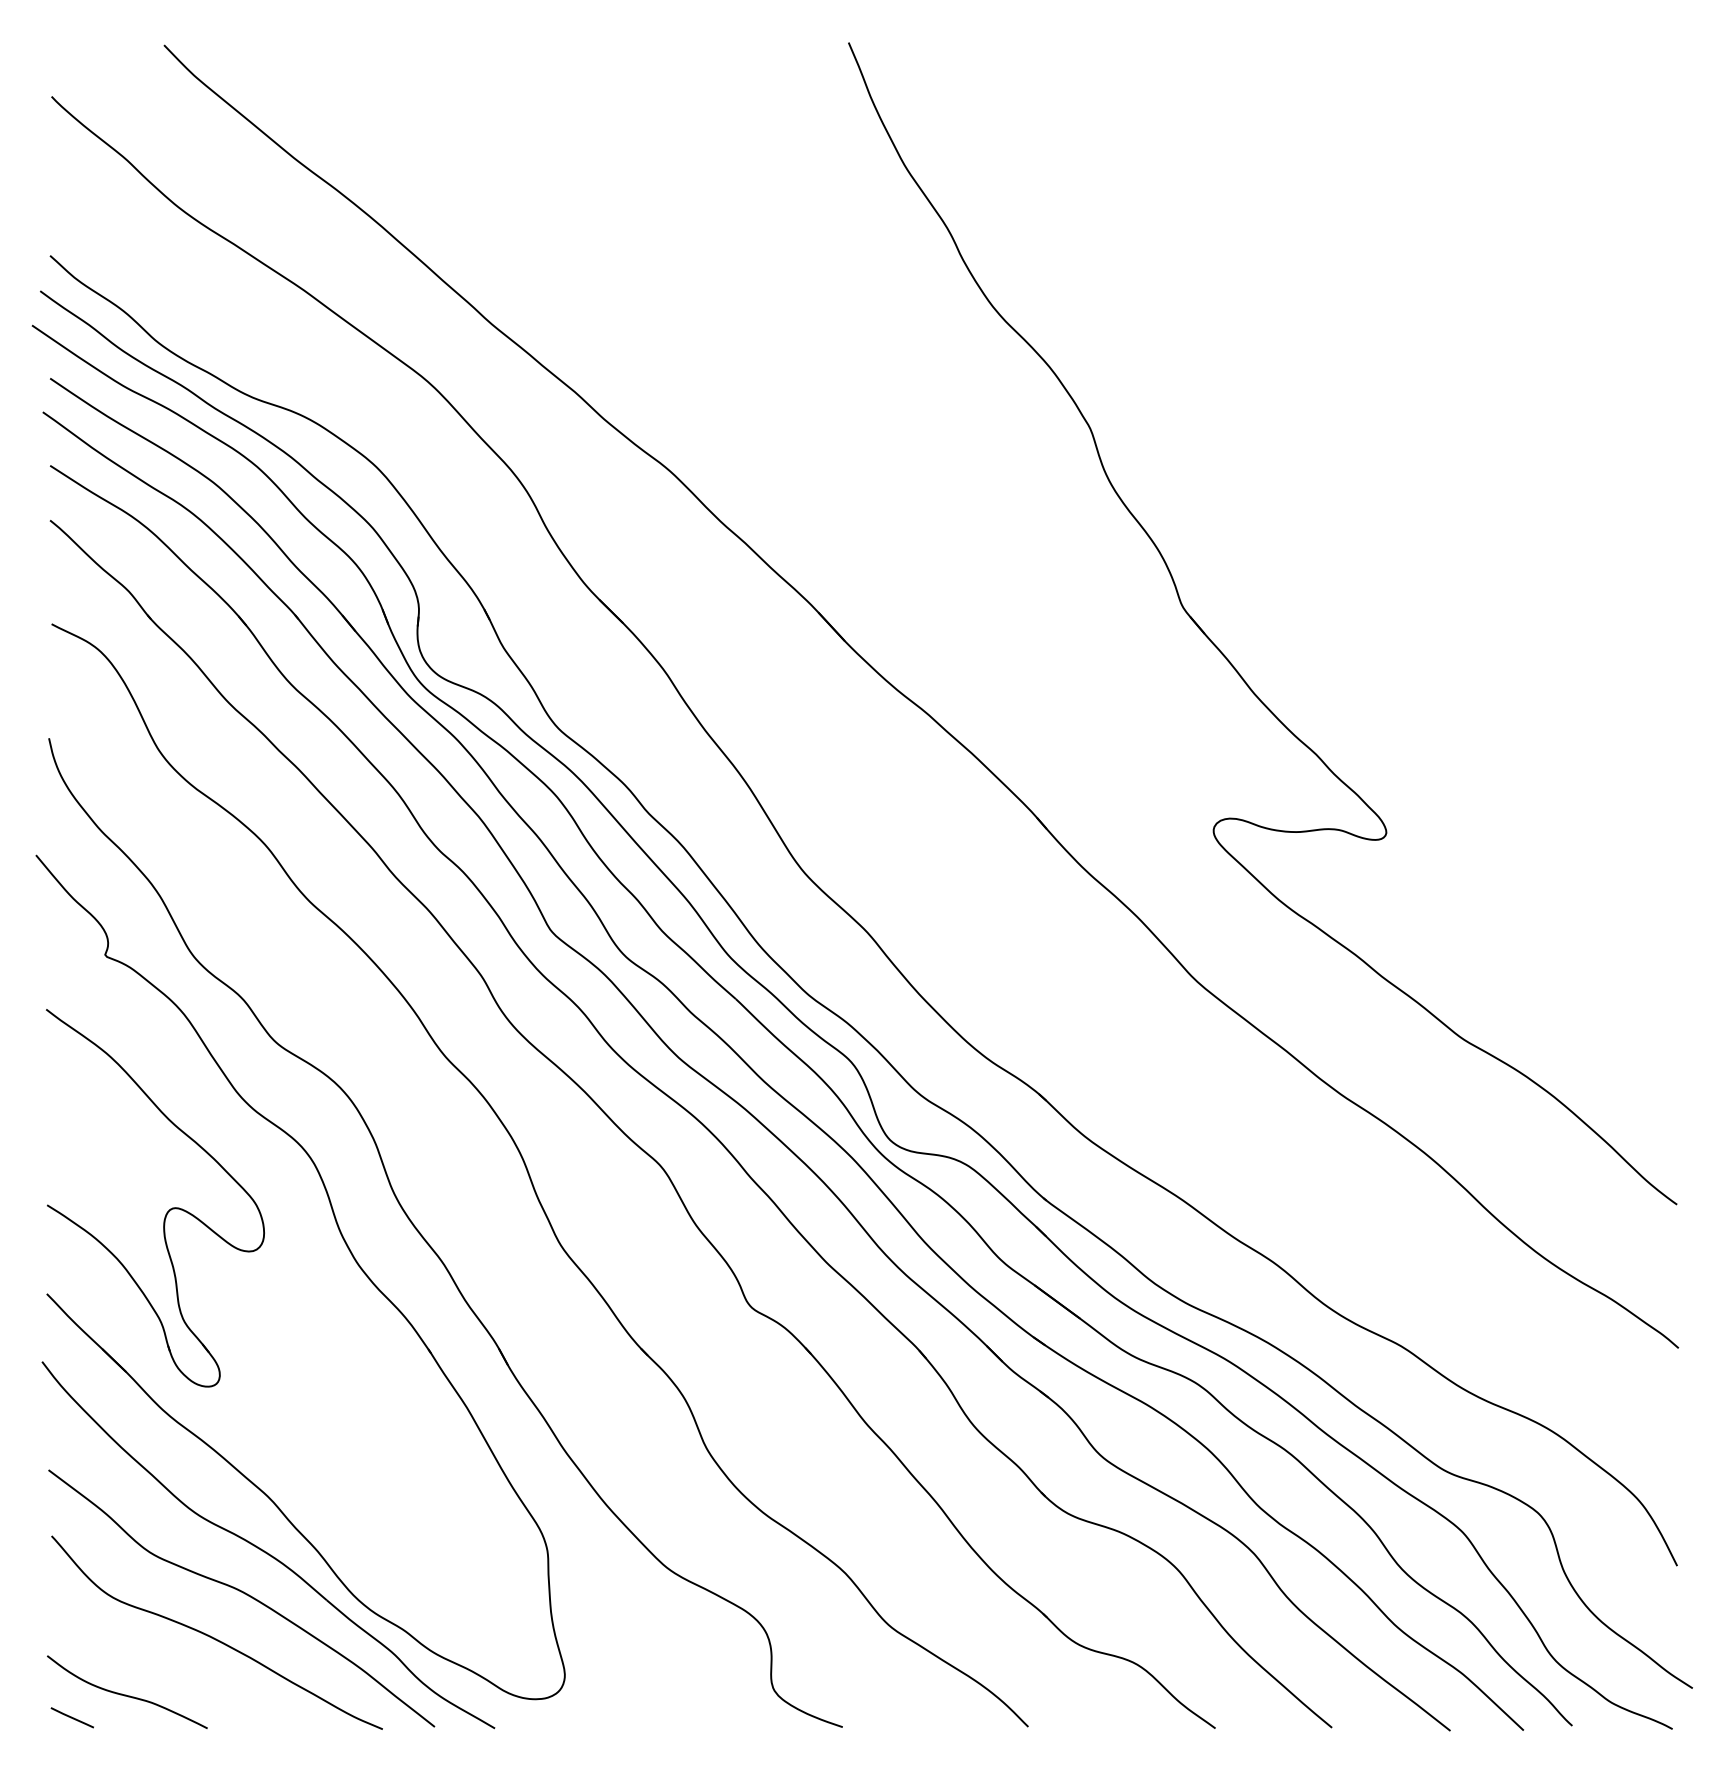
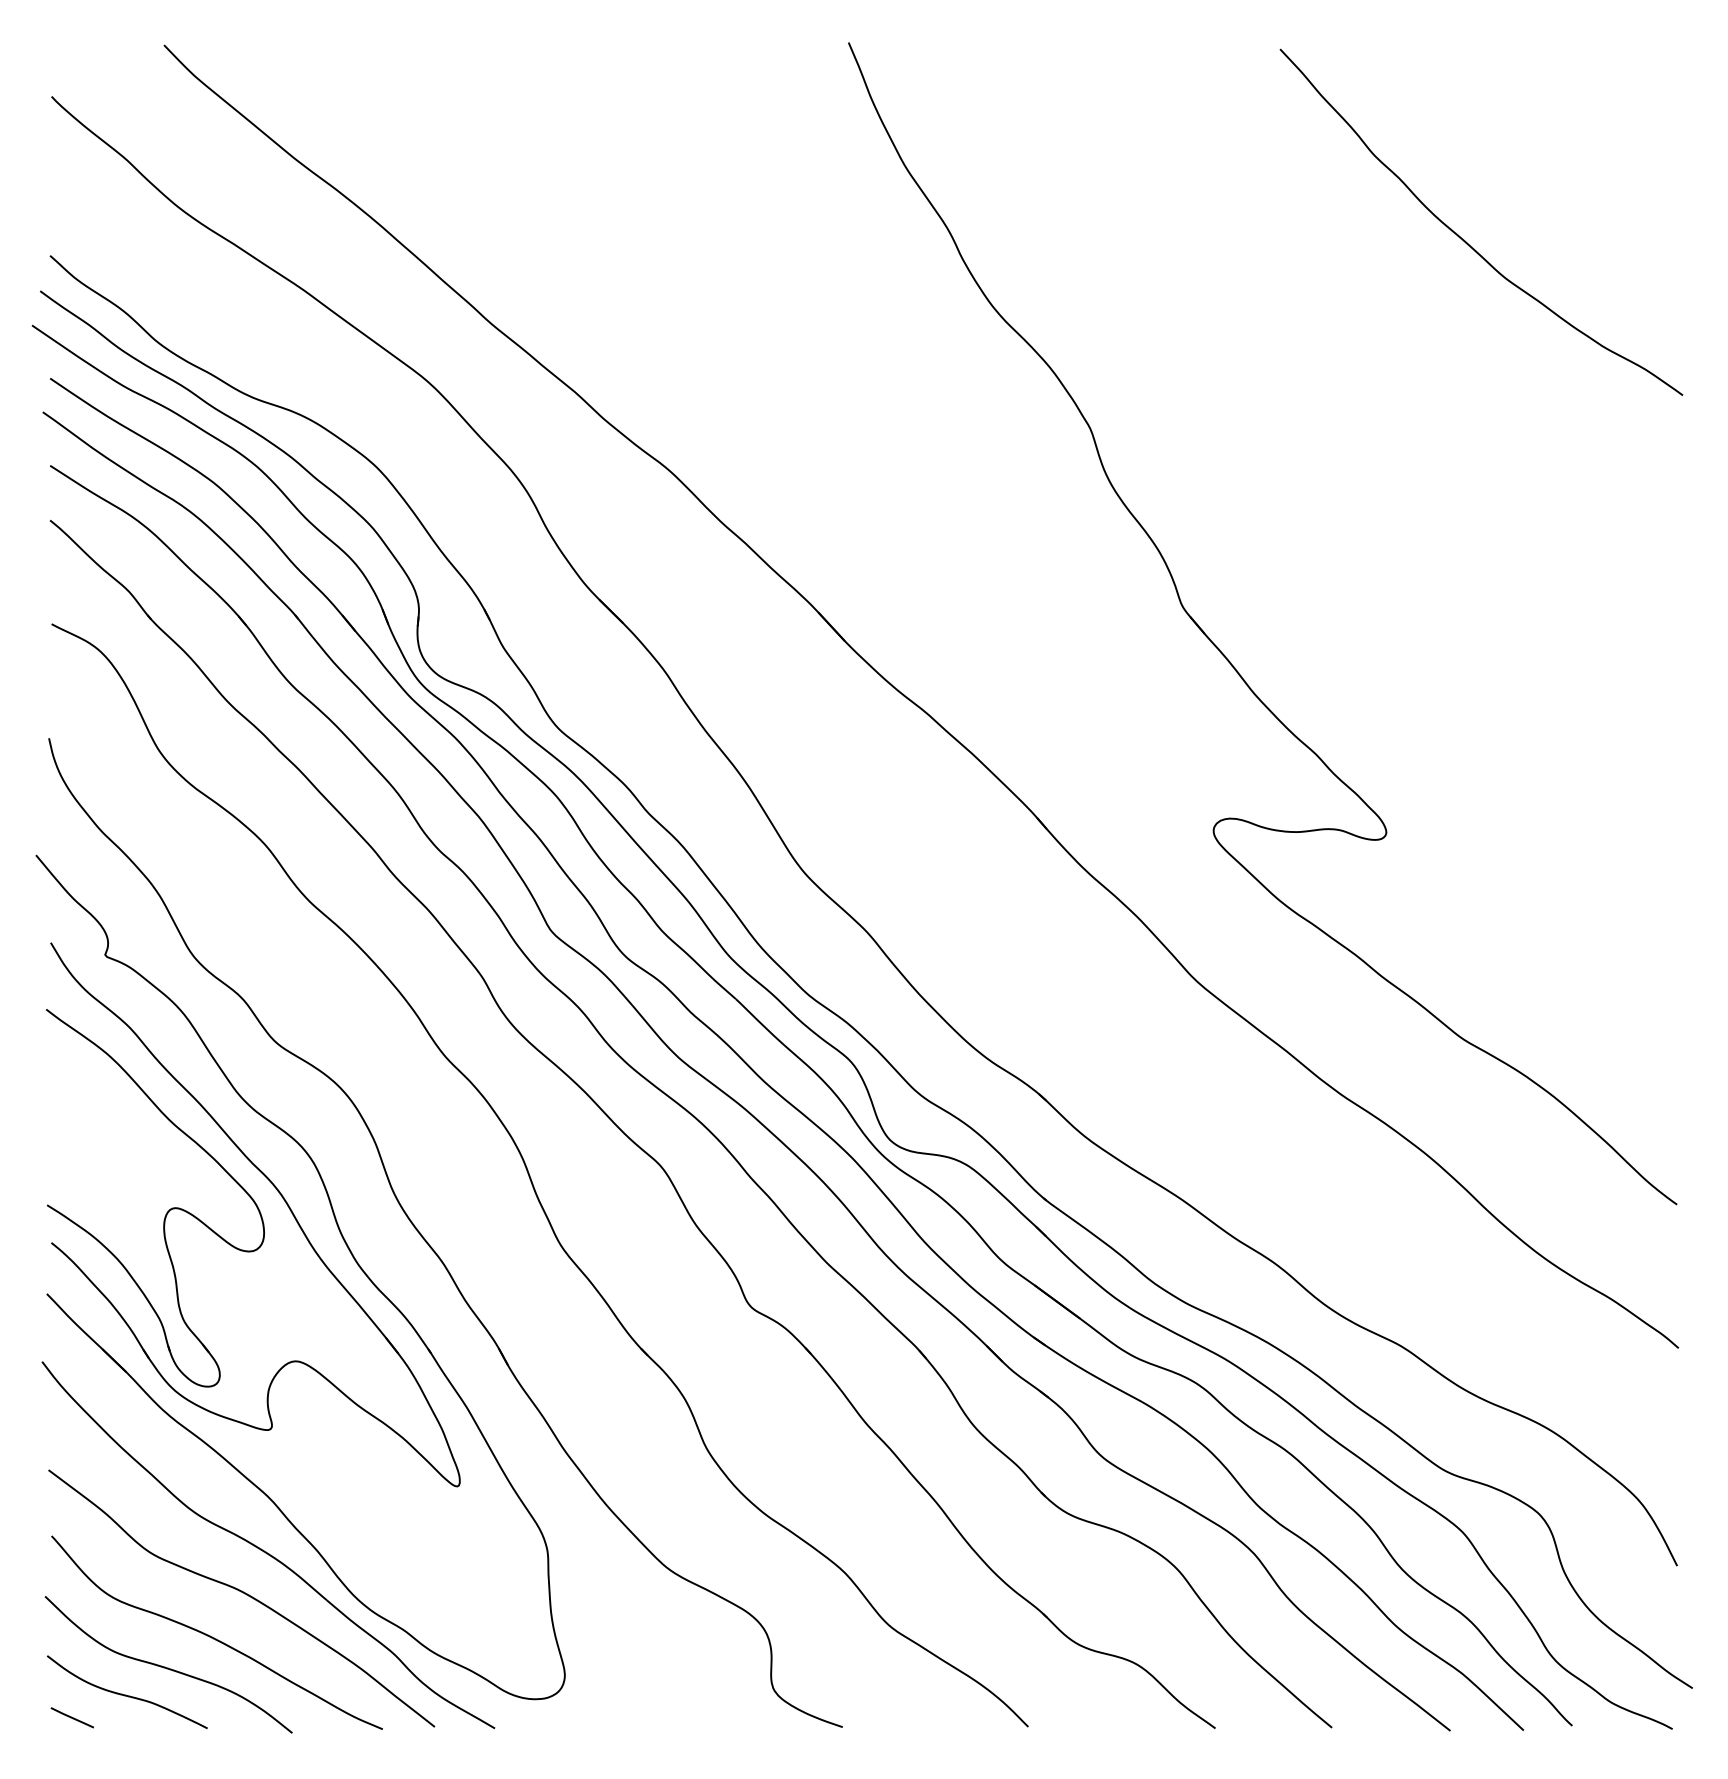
curve at (1464, 239): none -> present
part at (279, 1194): none -> present
curve at (168, 1667): none -> present
